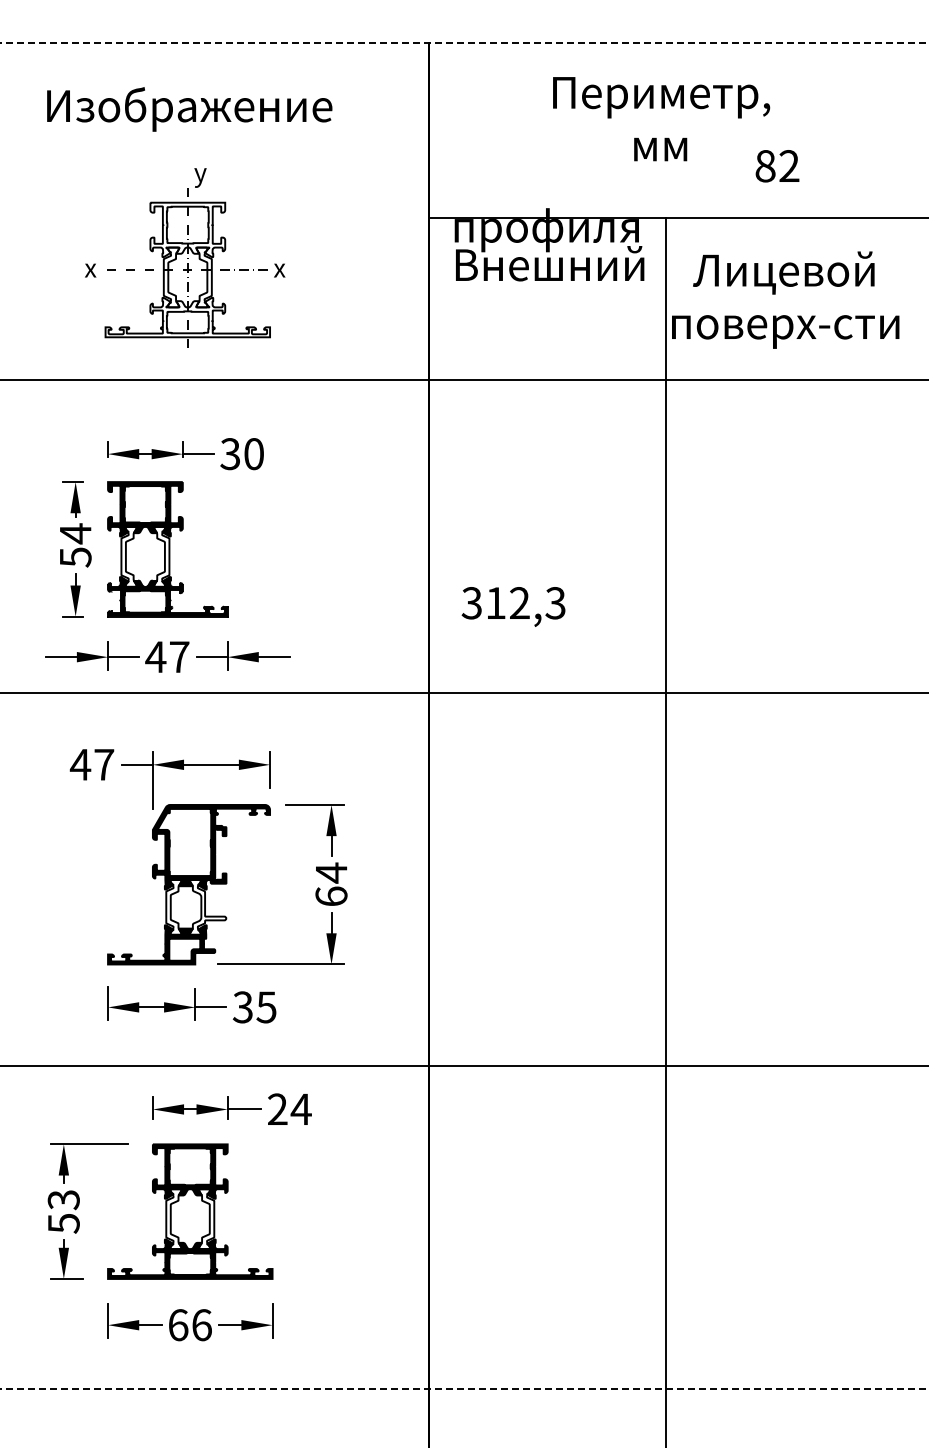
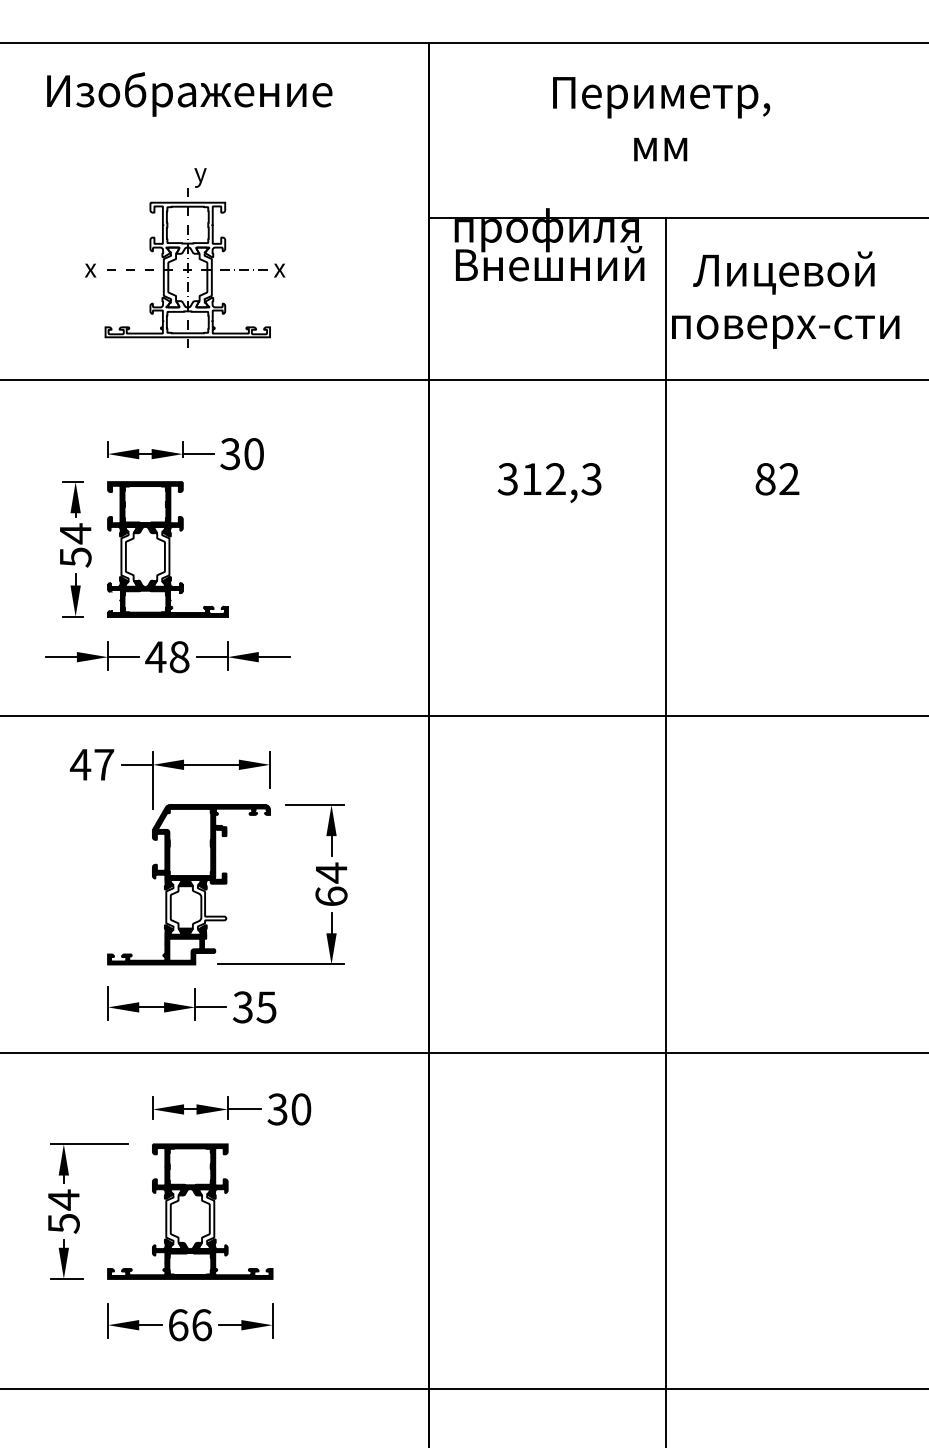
line at (464, 43): dashed -> solid
text at (189, 109) position: (189, 109) -> (189, 94)
text at (777, 166) position: (777, 166) -> (777, 479)
text at (513, 606) position: (513, 606) -> (549, 482)
text at (179, 657): 47 -> 48
line at (463, 693) position: (463, 693) -> (463, 716)
line at (463, 1065) position: (463, 1065) -> (463, 1052)
text at (289, 1109): 24 -> 30
text at (63, 1199): 53 -> 54
line at (464, 1389): dashed -> solid
